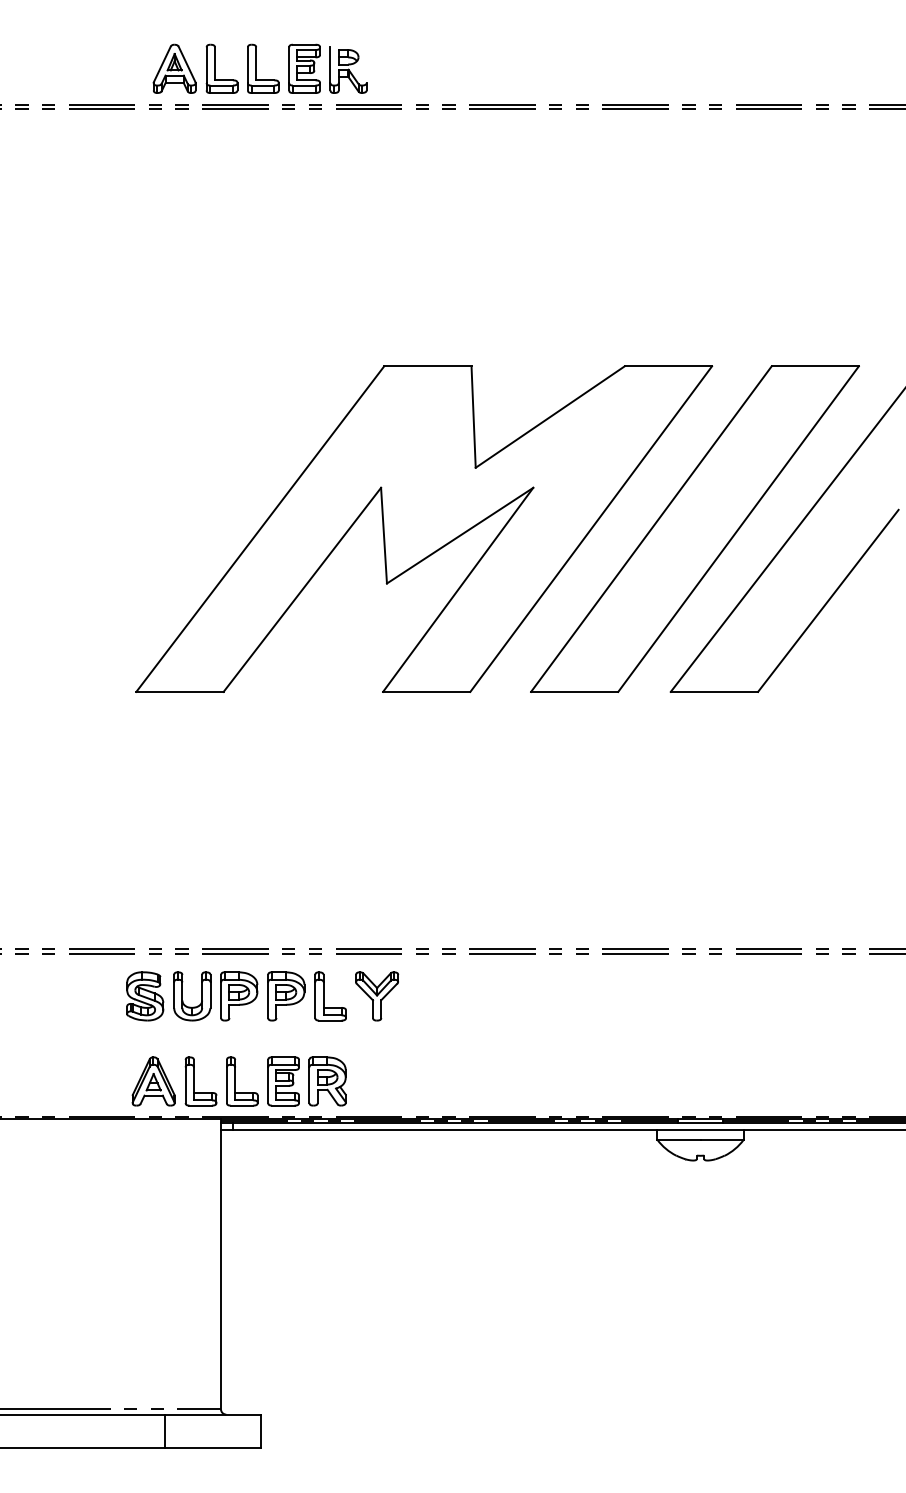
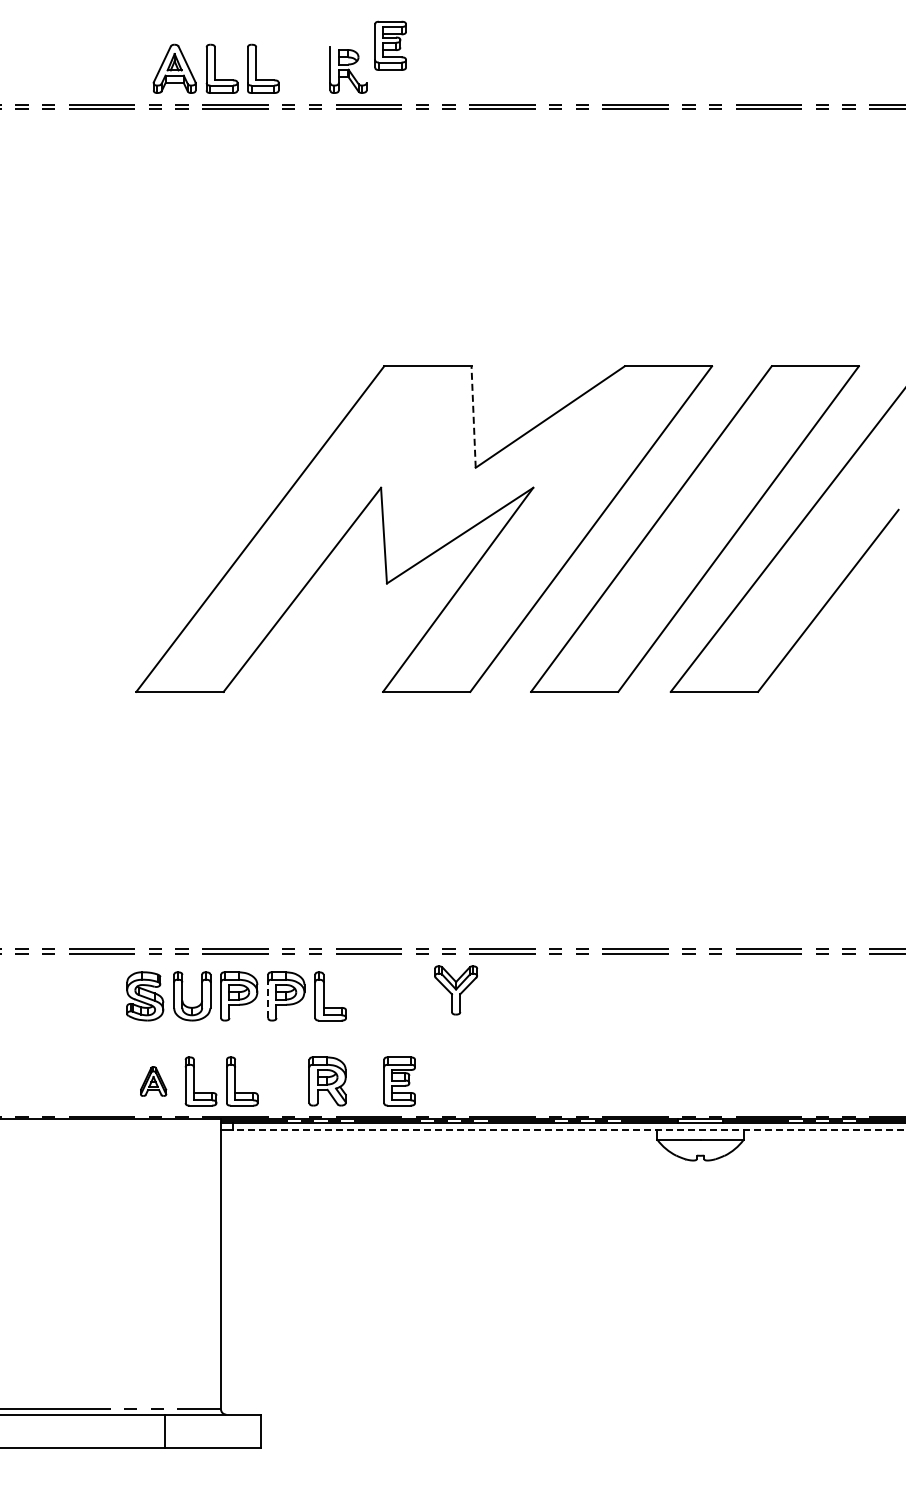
part at (304, 68) position: (304, 68) -> (390, 45)
line at (473, 417): solid -> dashed
part at (377, 996) position: (377, 996) -> (456, 990)
line at (268, 1000): solid -> dashed
part at (153, 1081) size: 45x51 px -> 28x31 px
part at (283, 1081) position: (283, 1081) -> (399, 1081)
line at (569, 1129): solid -> dashed
